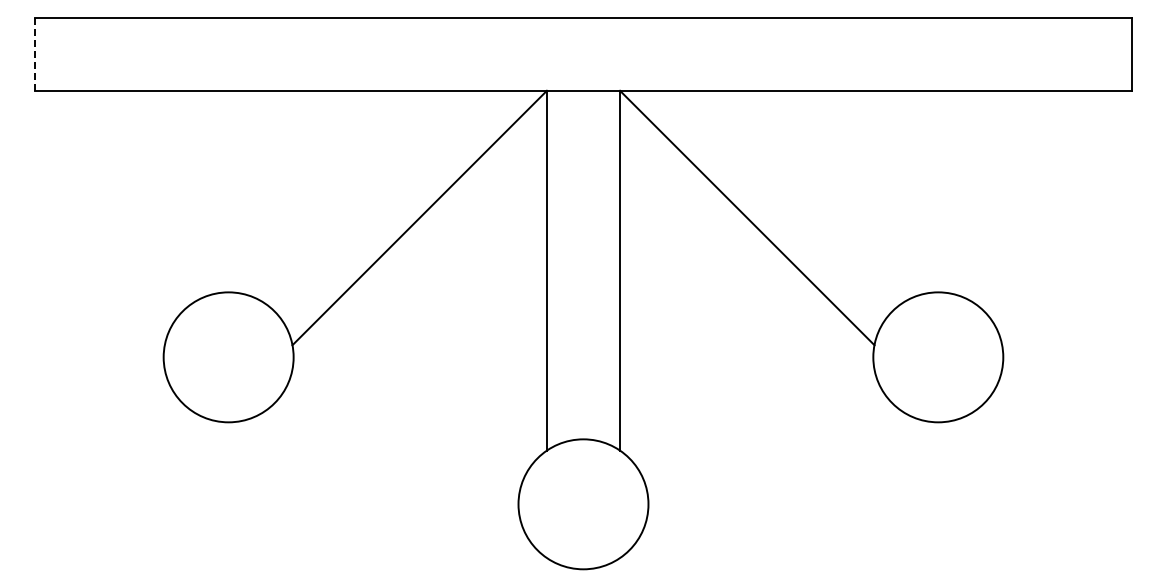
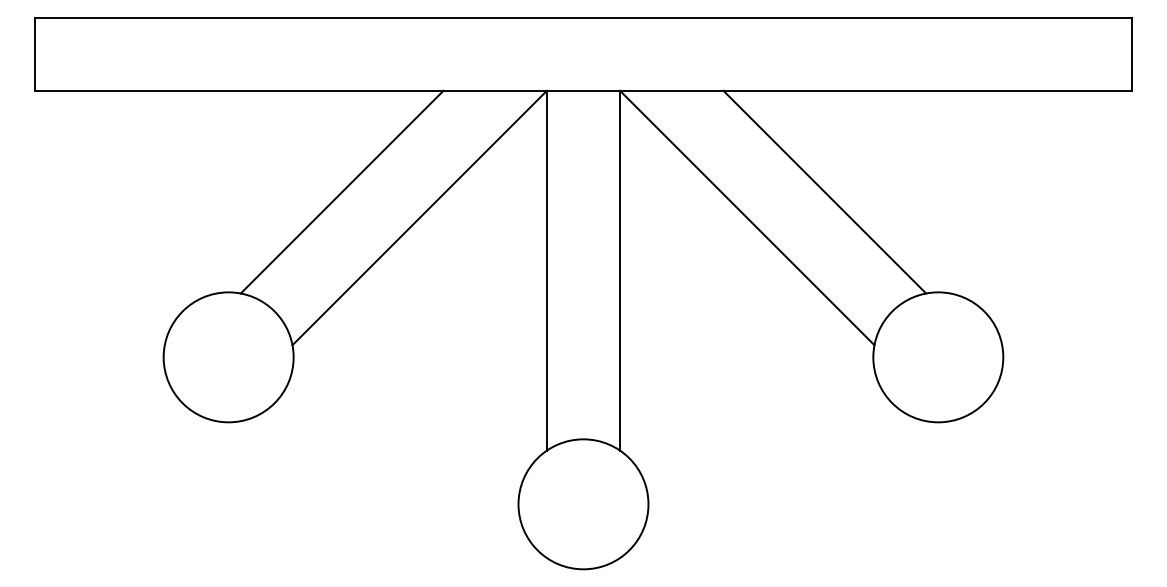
line at (35, 54): dashed -> solid
line at (341, 191): none -> present
line at (824, 191): none -> present
